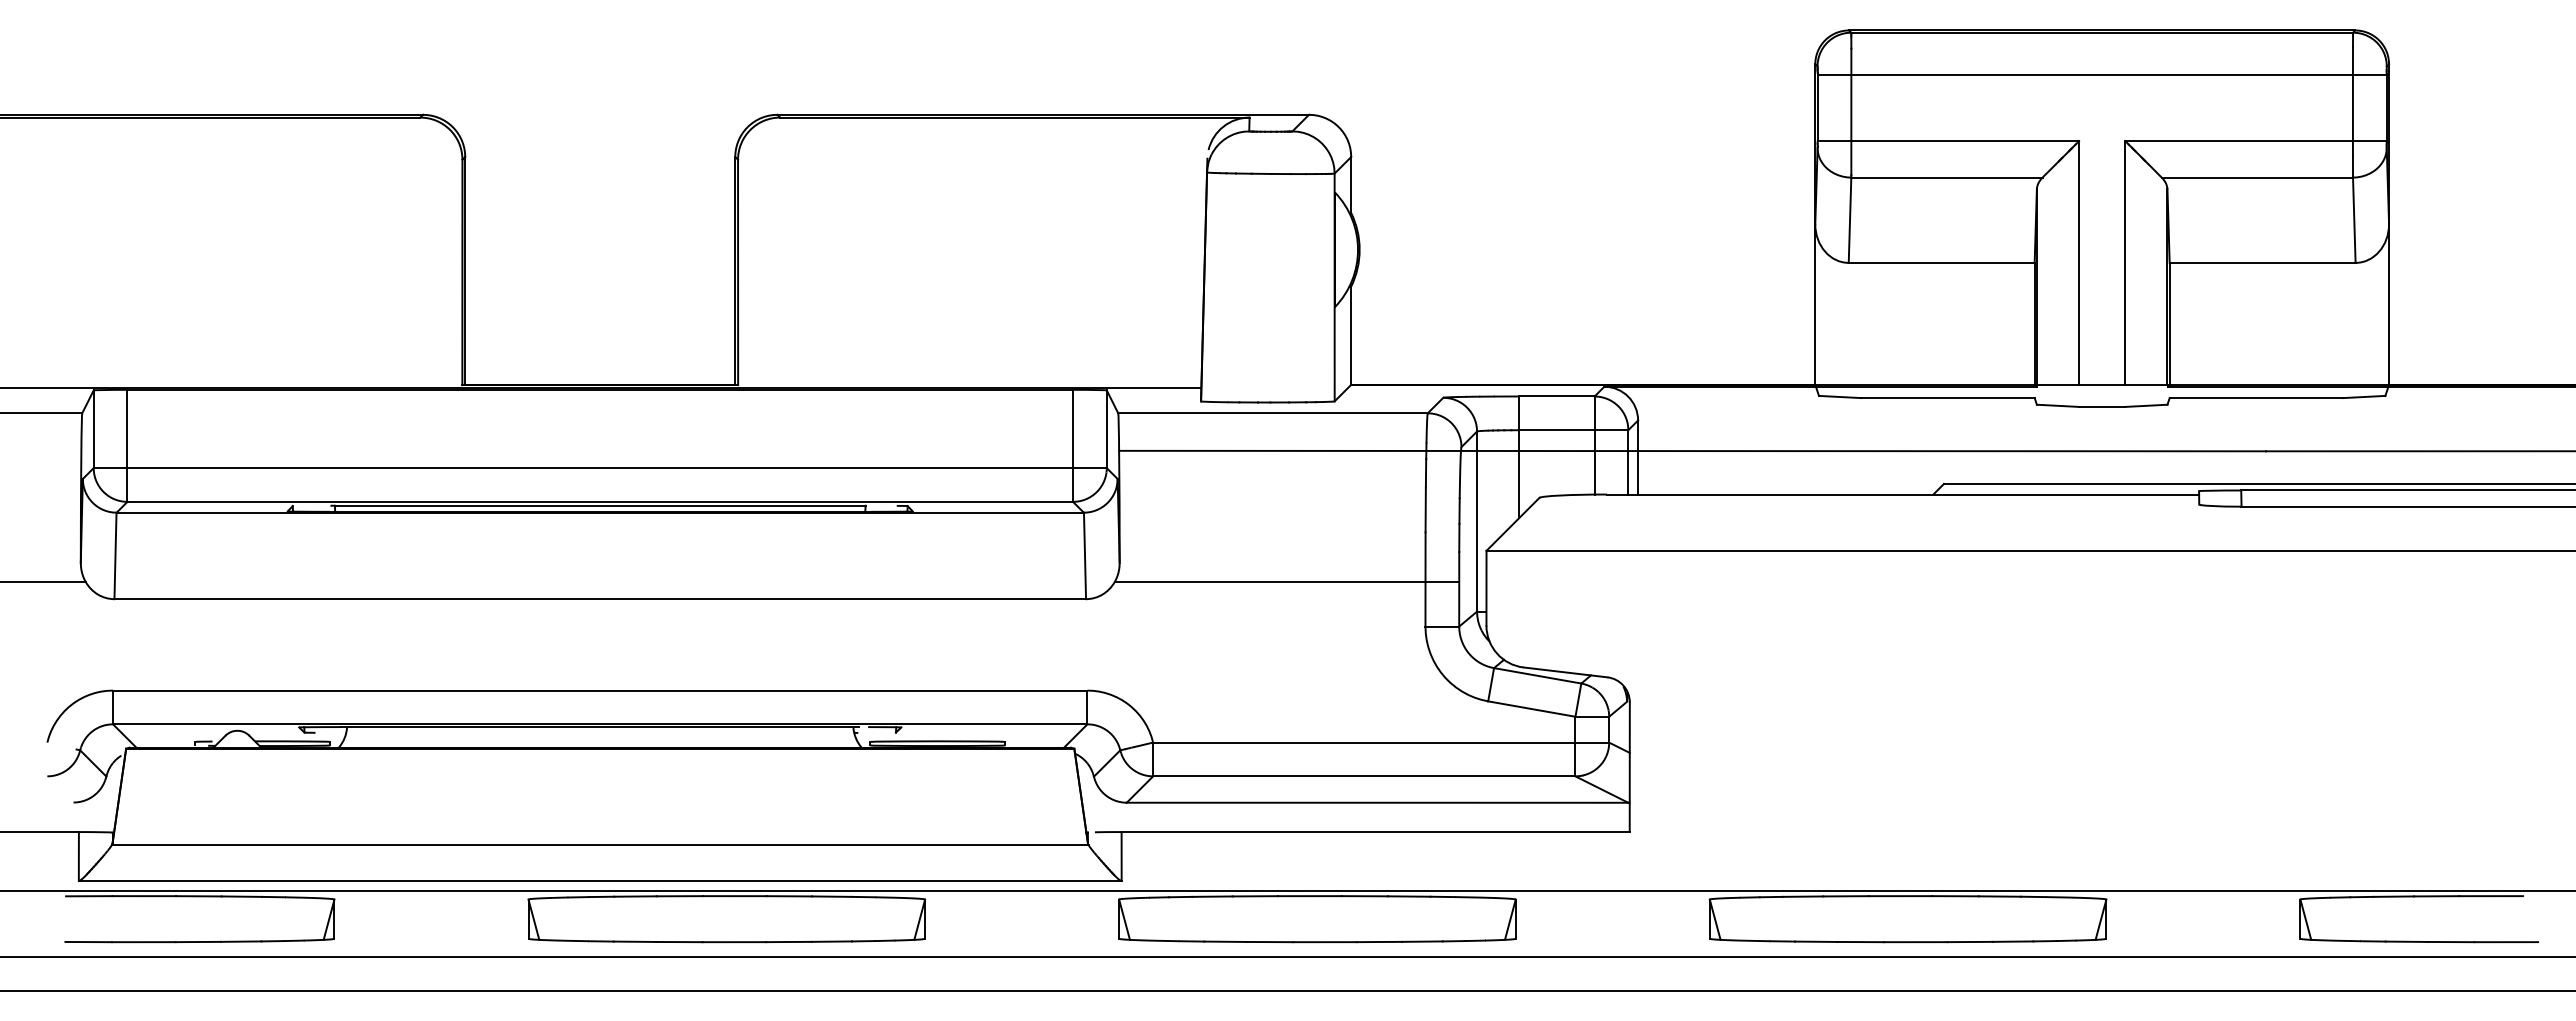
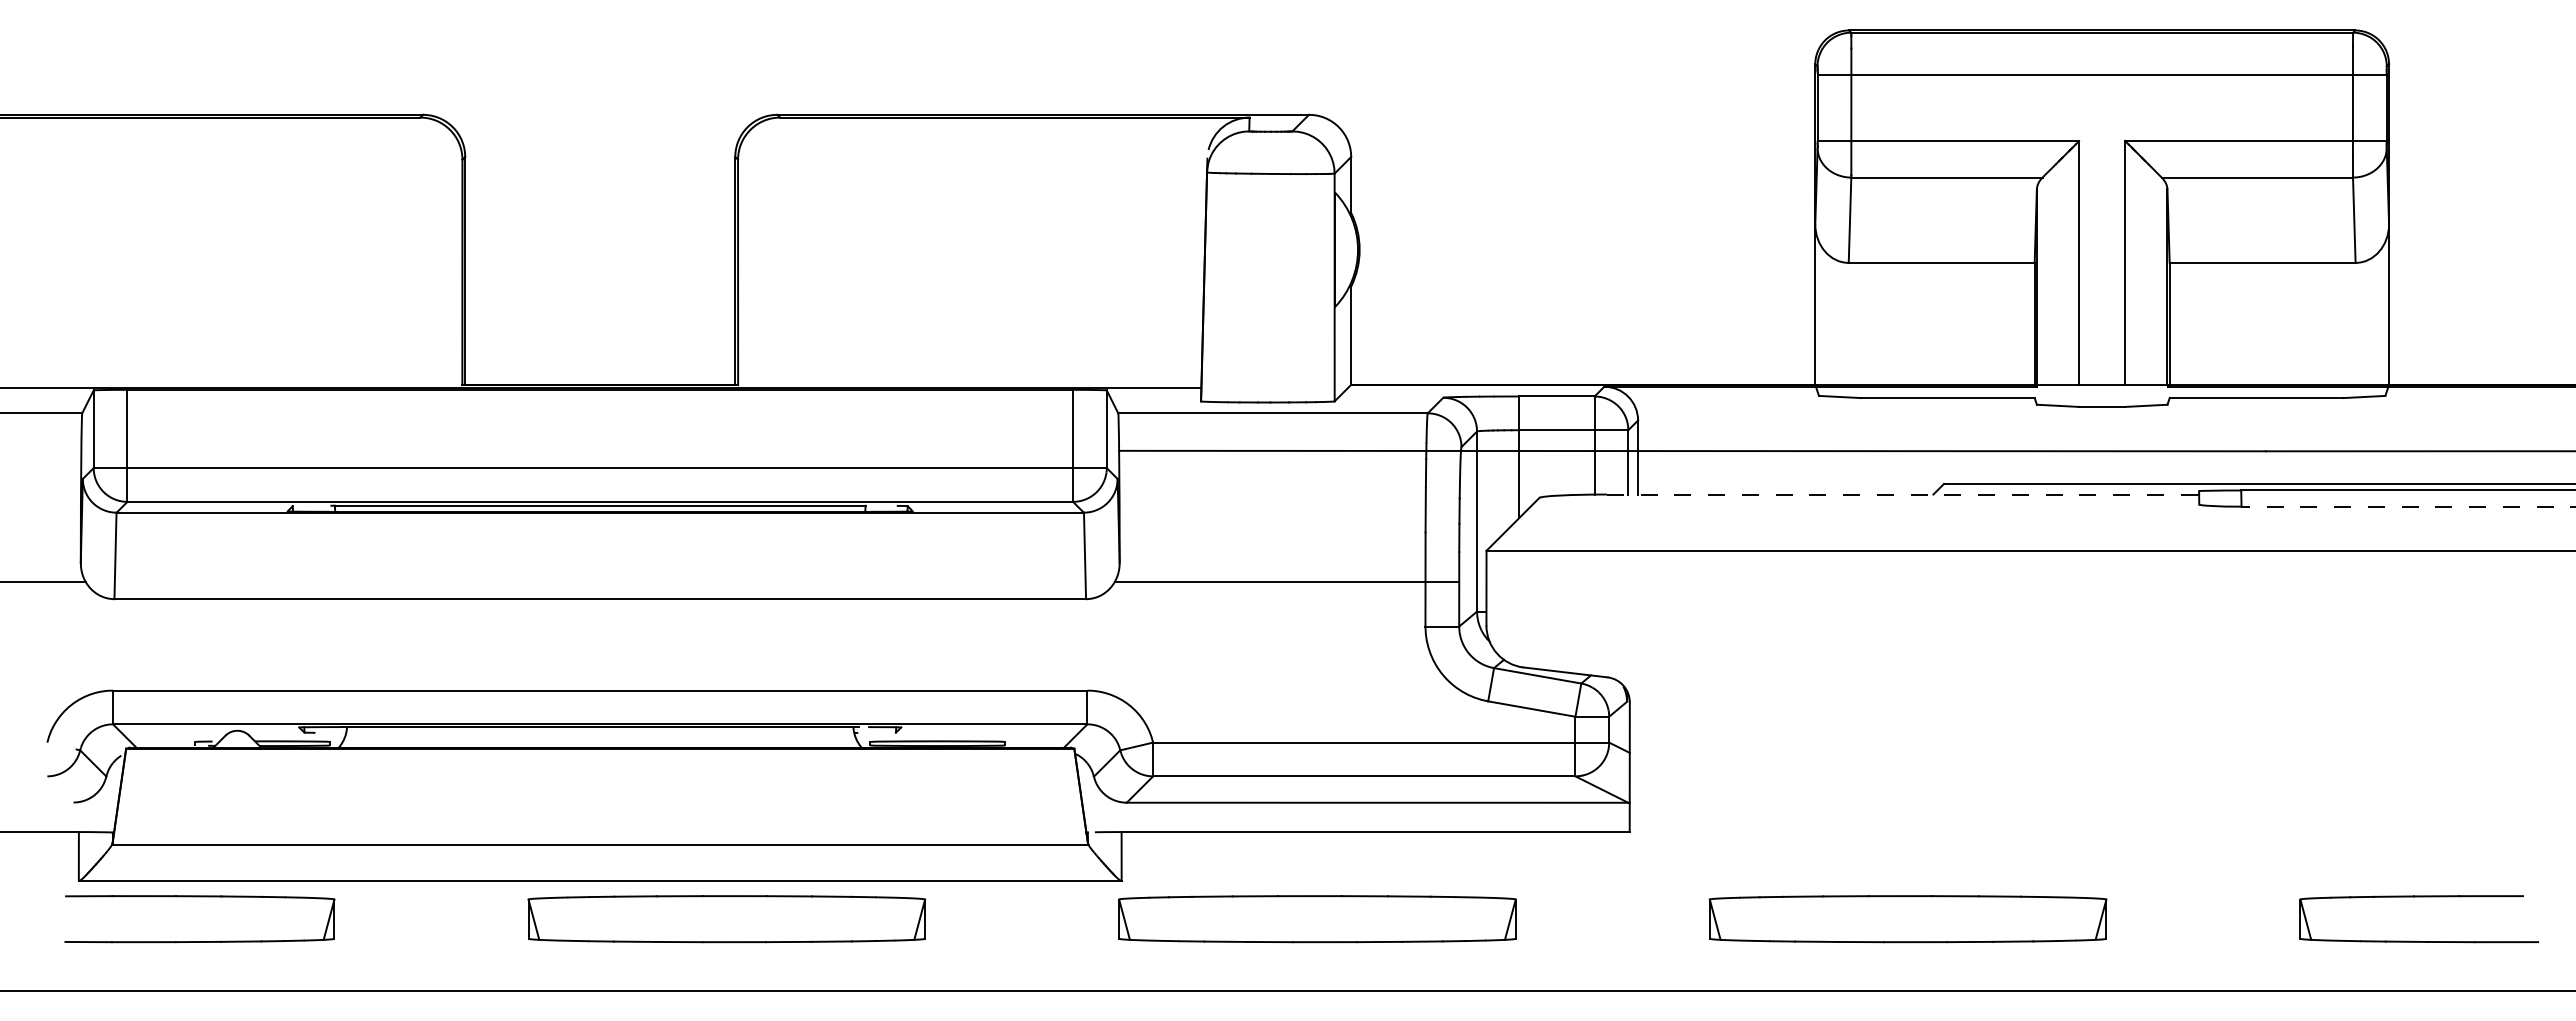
line at (1903, 494): solid -> dashed
line at (2408, 506): solid -> dashed
line at (1287, 891): present -> none
line at (1287, 956): present -> none
